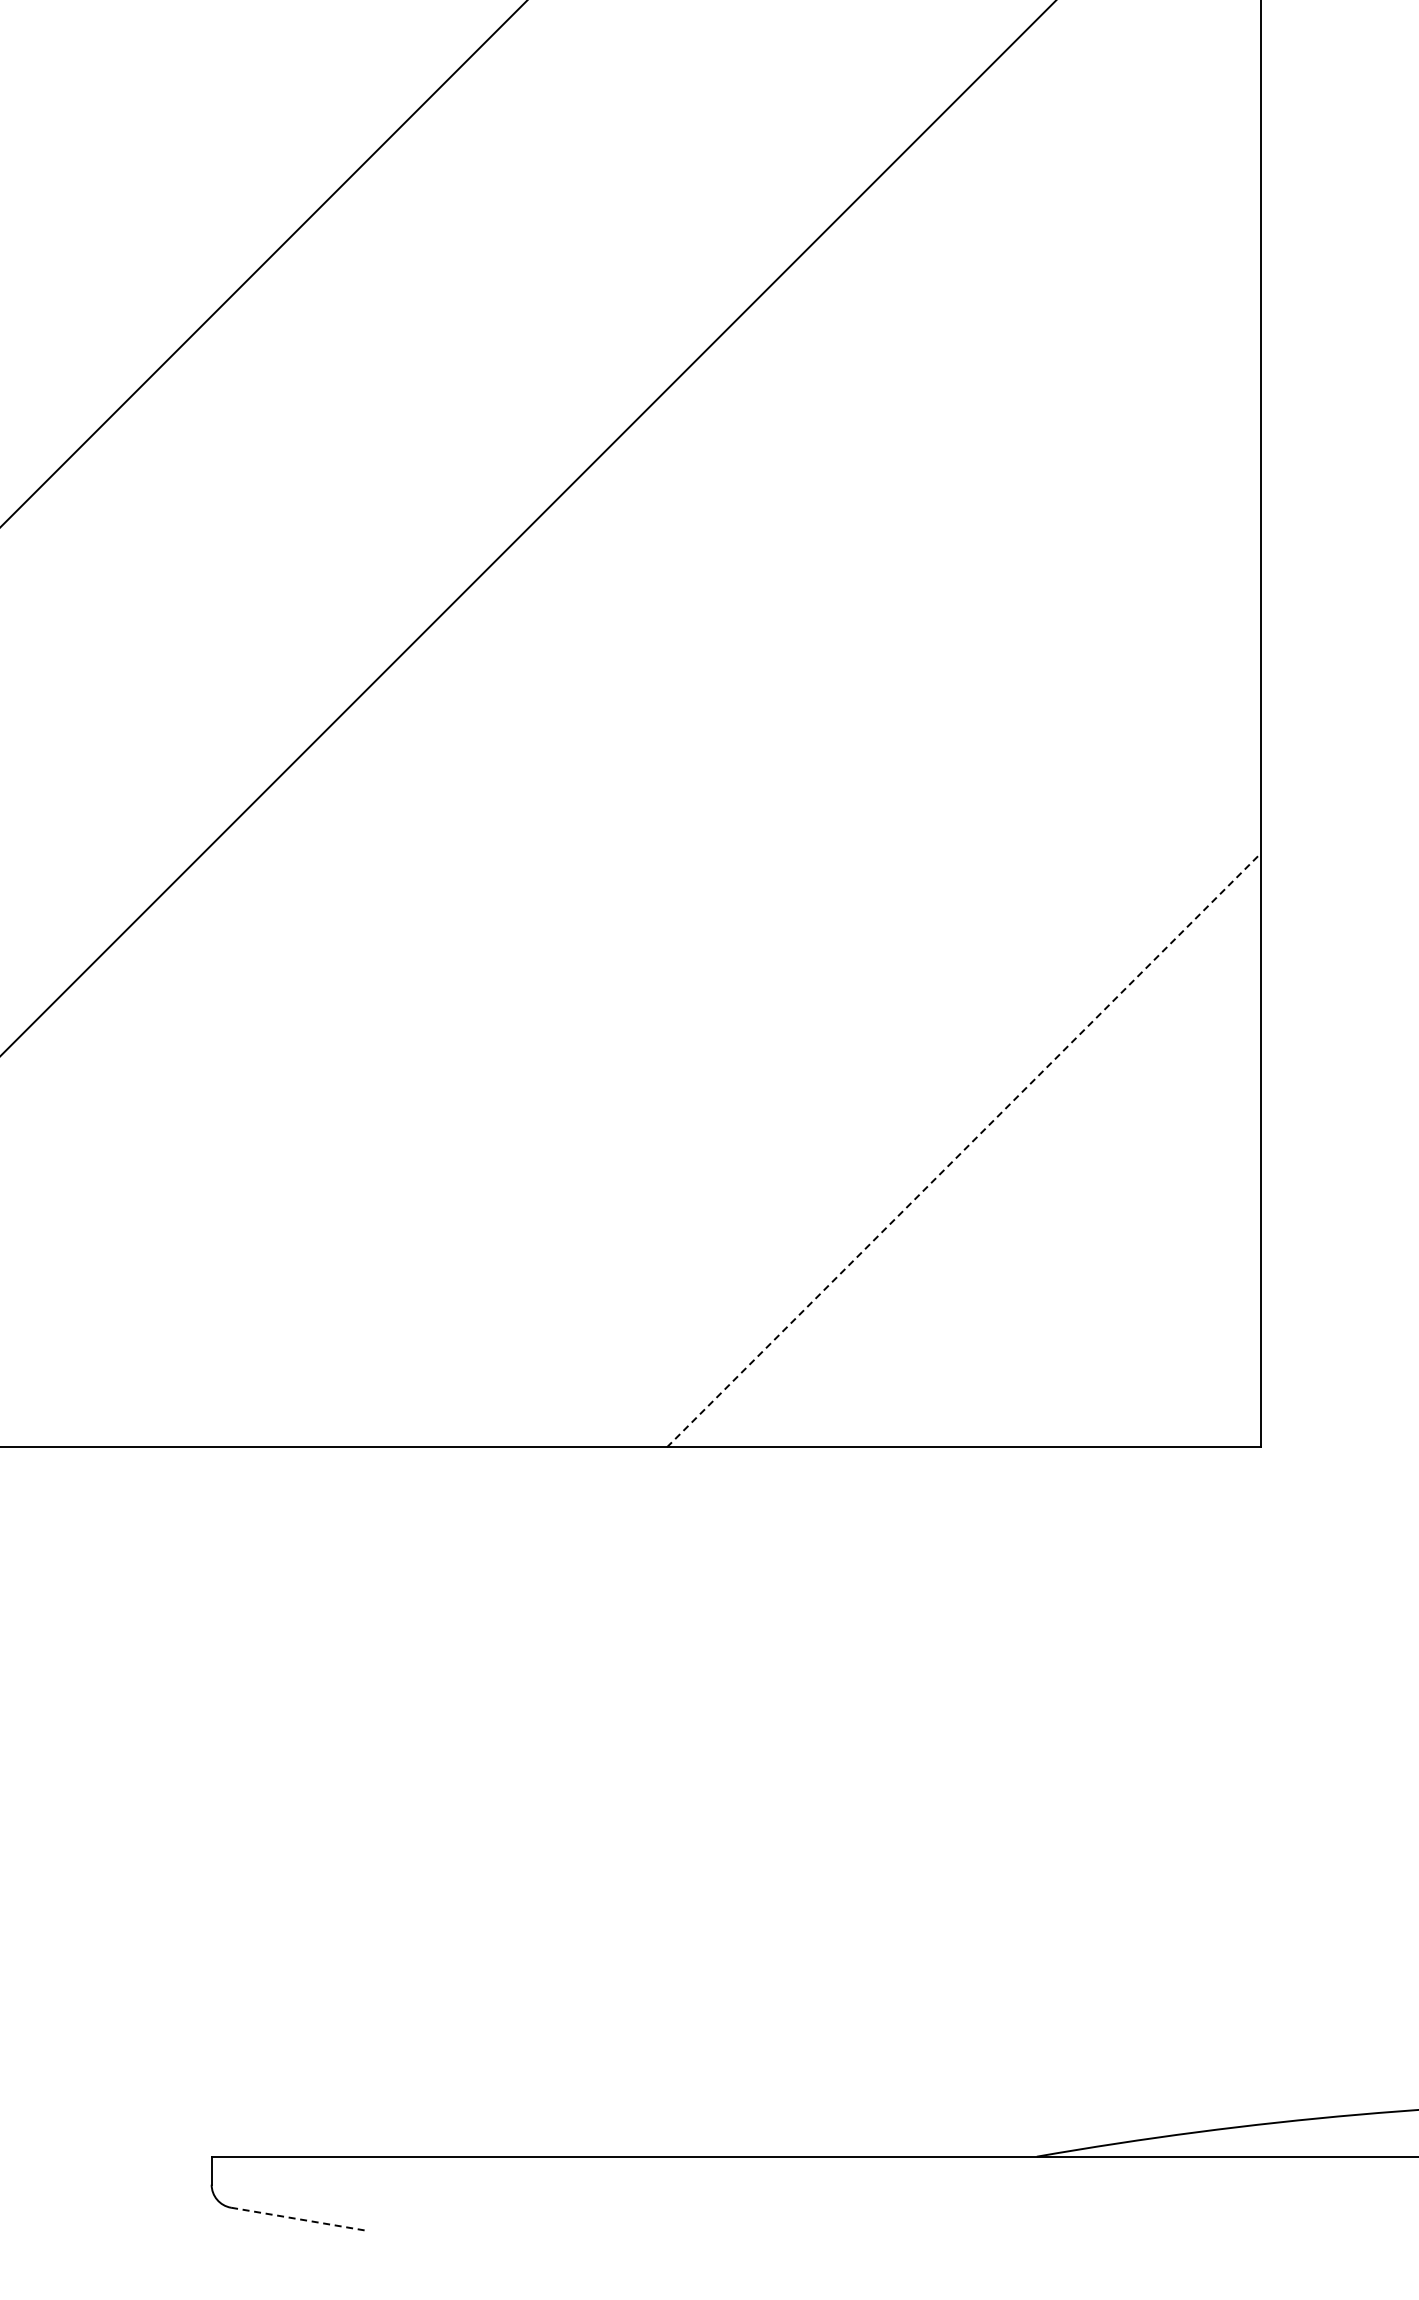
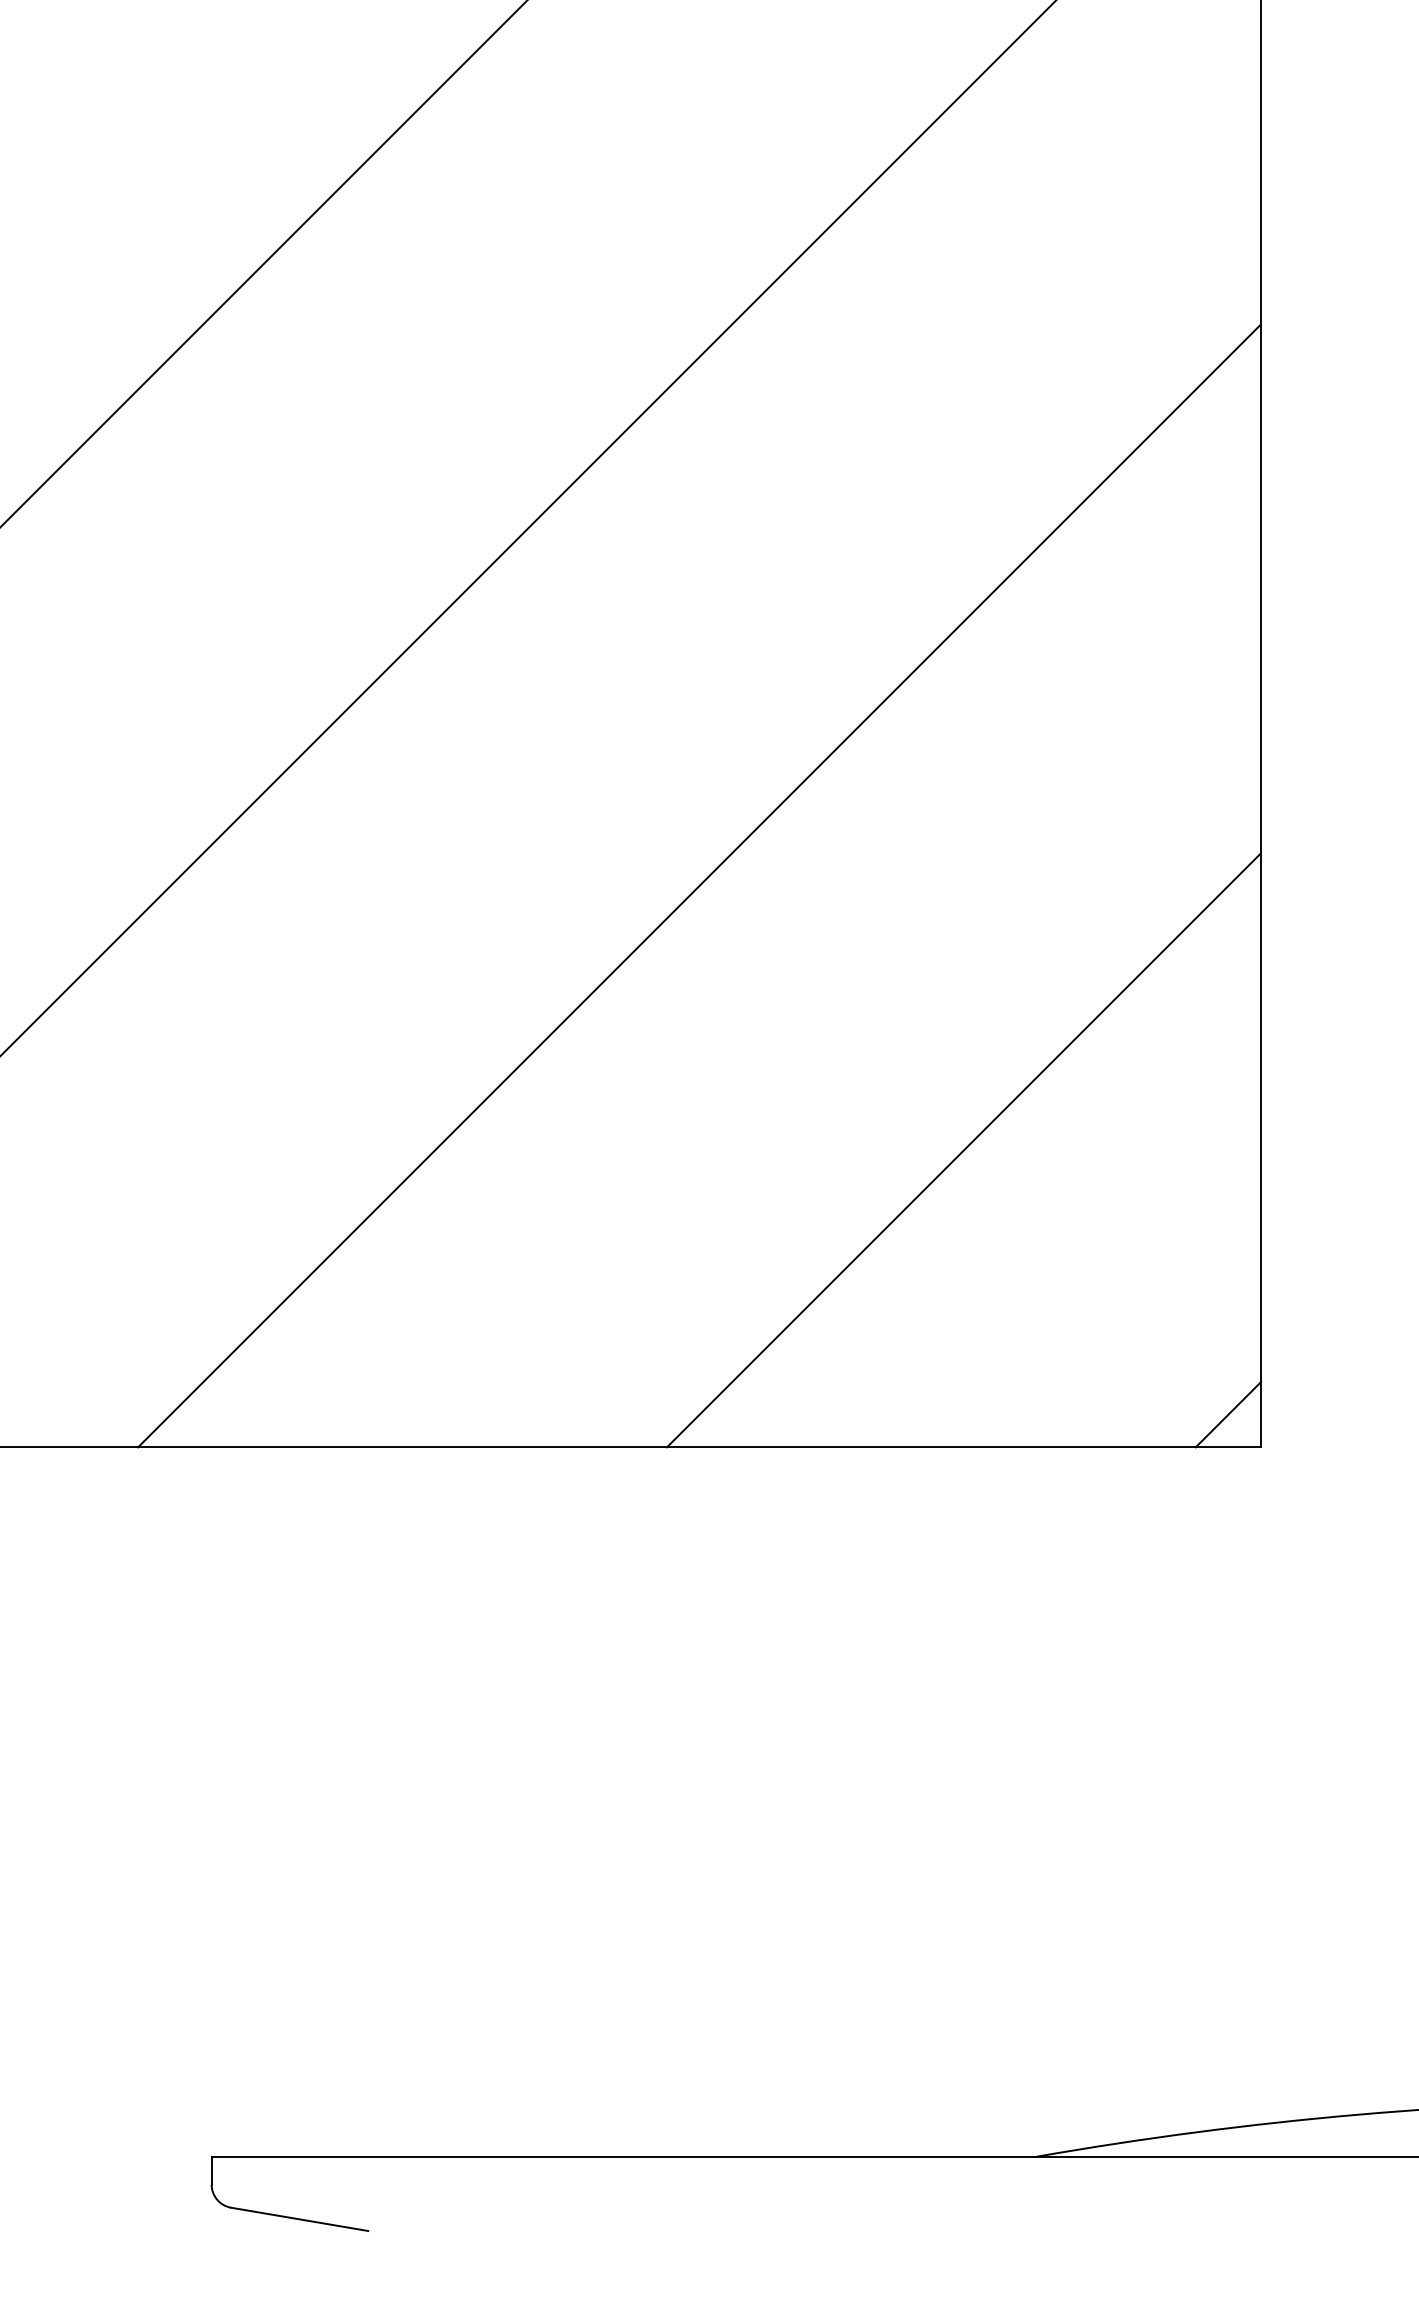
line at (699, 885): none -> present
line at (963, 1150): dashed -> solid
line at (1227, 1414): none -> present
line at (299, 2219): dashed -> solid
